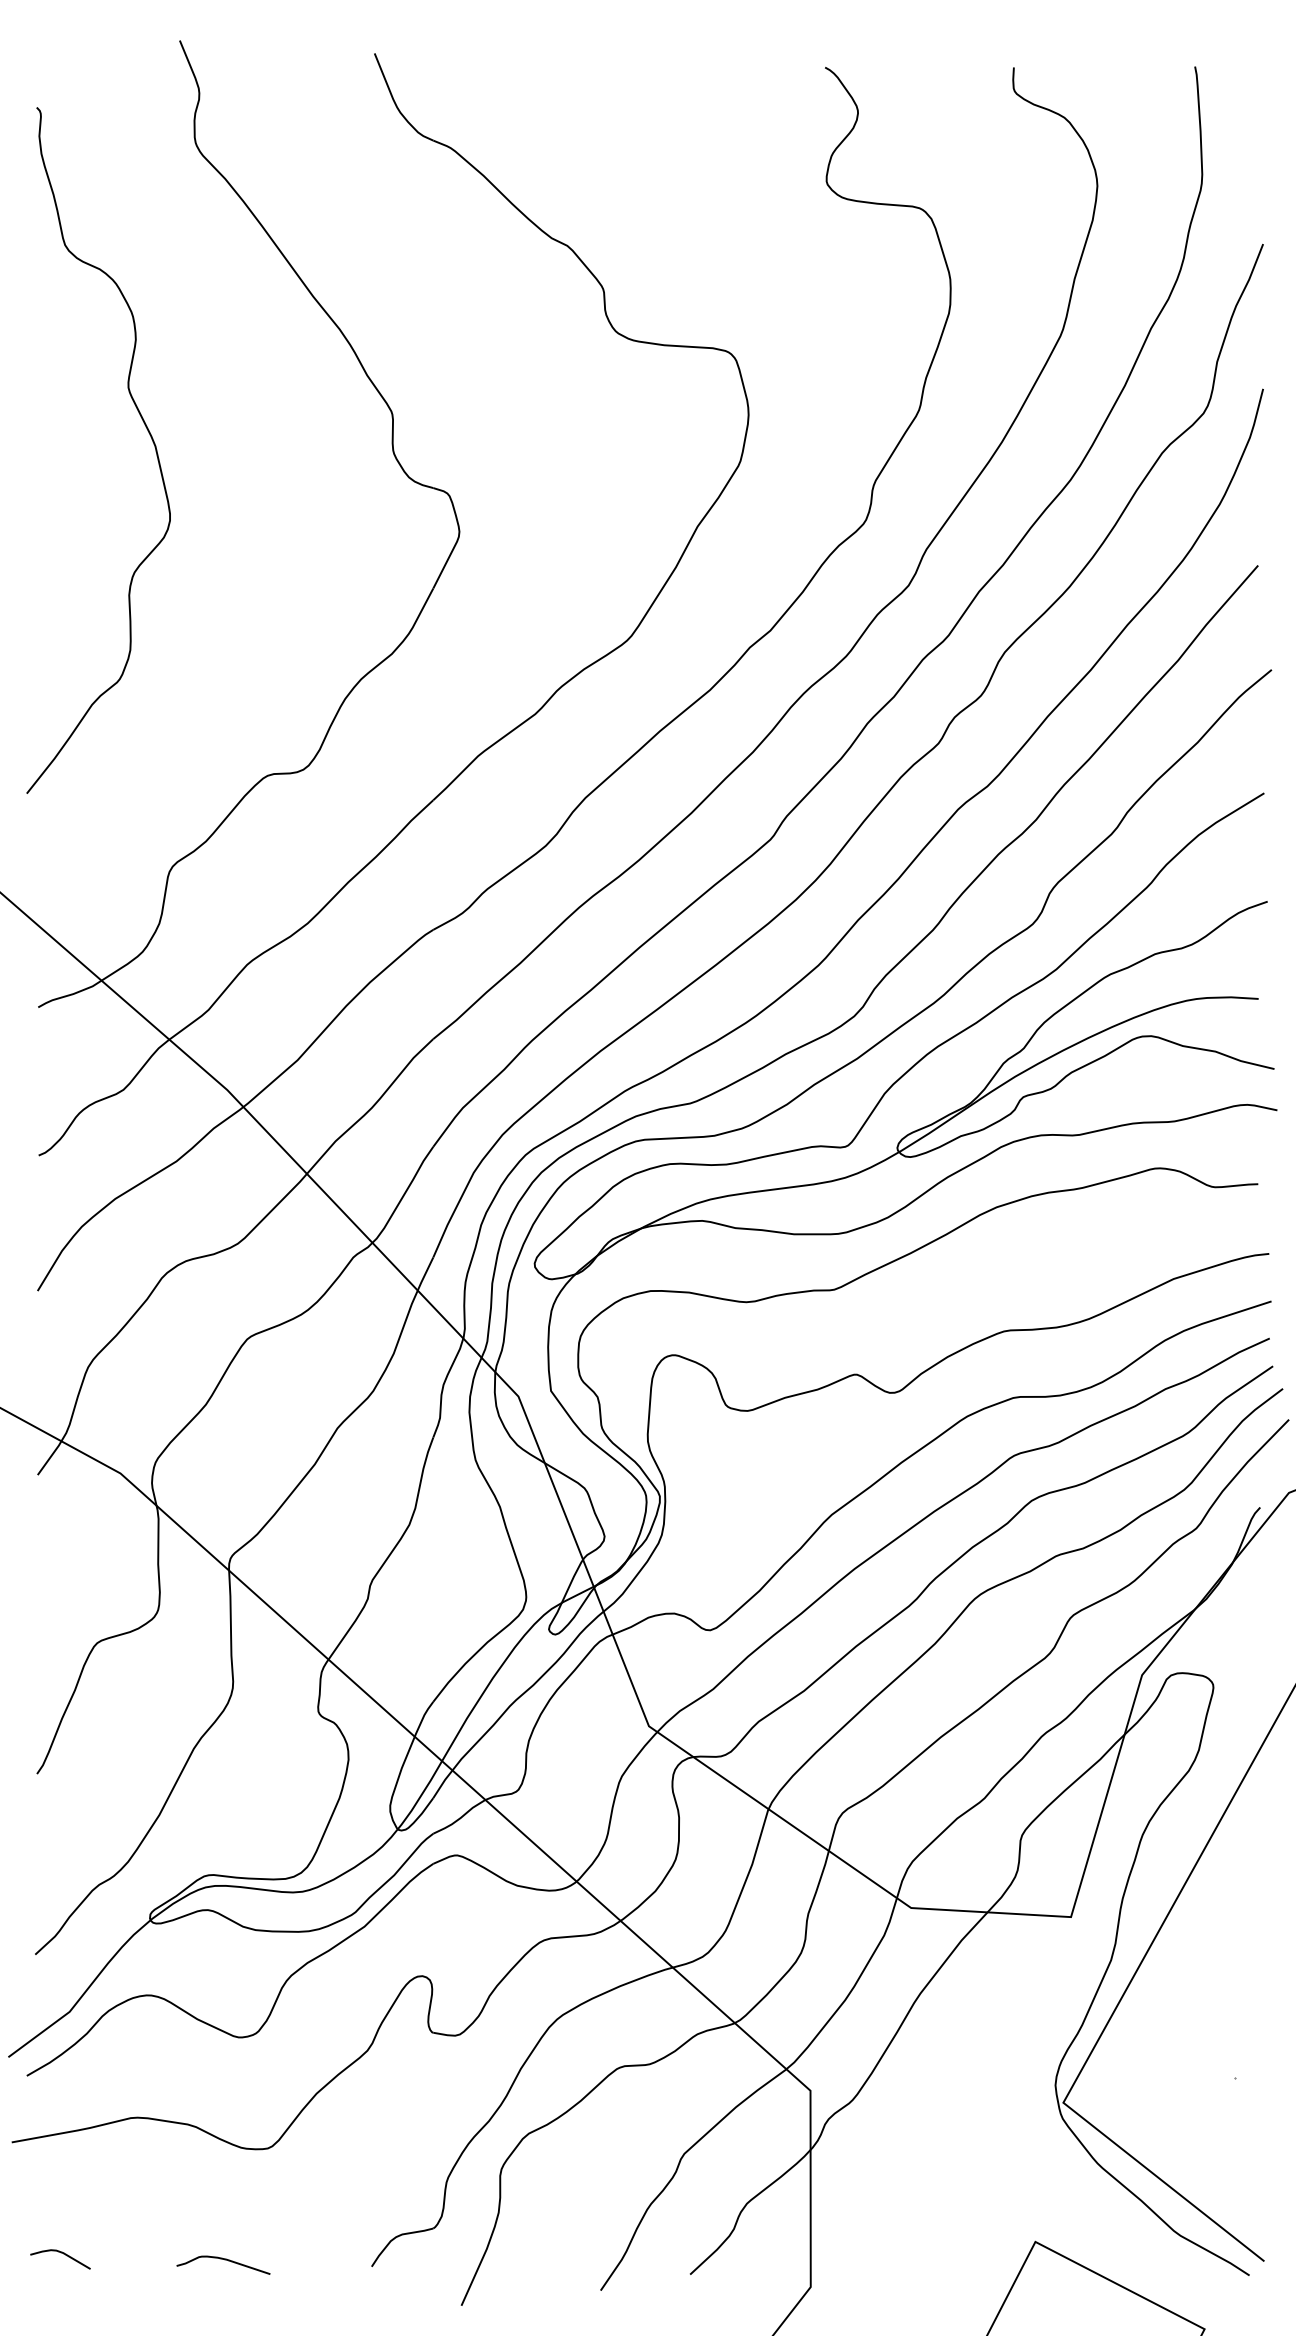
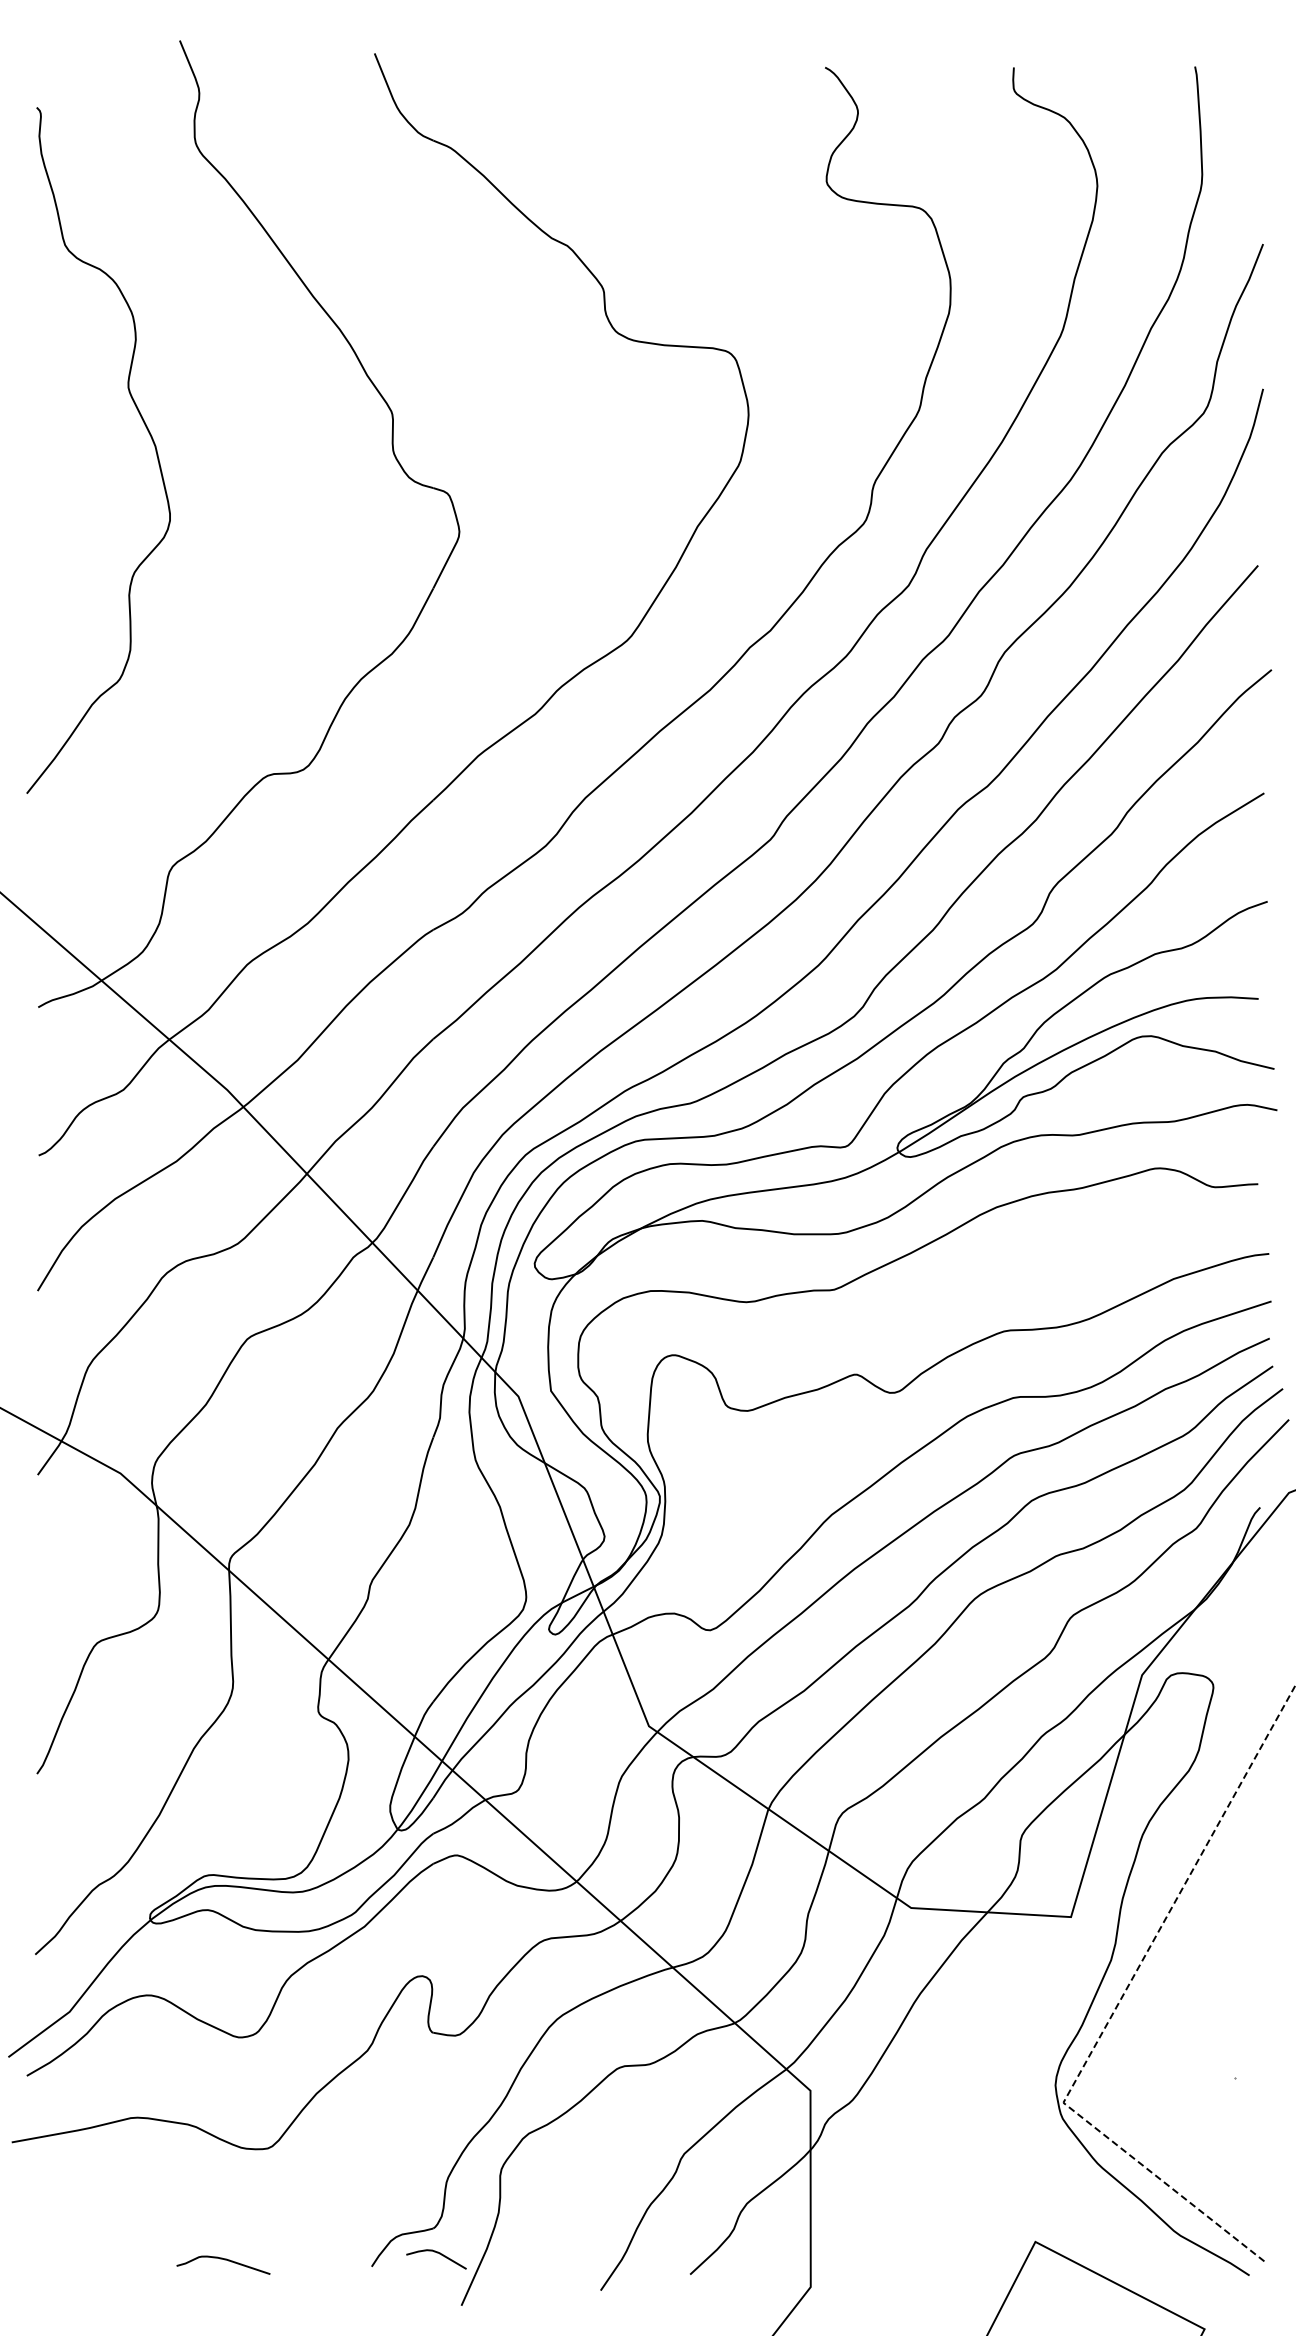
line at (1116, 2006): solid -> dashed
curve at (63, 2254) position: (63, 2254) -> (439, 2254)
